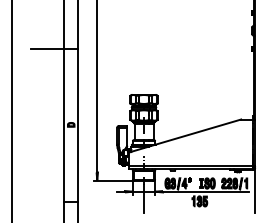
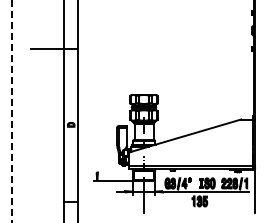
line at (97, 87): present -> none
line at (11, 111): solid -> dashed
